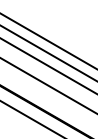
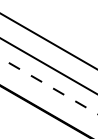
line at (48, 52): present -> none
line at (48, 85): solid -> dashed
line at (31, 118): present -> none
